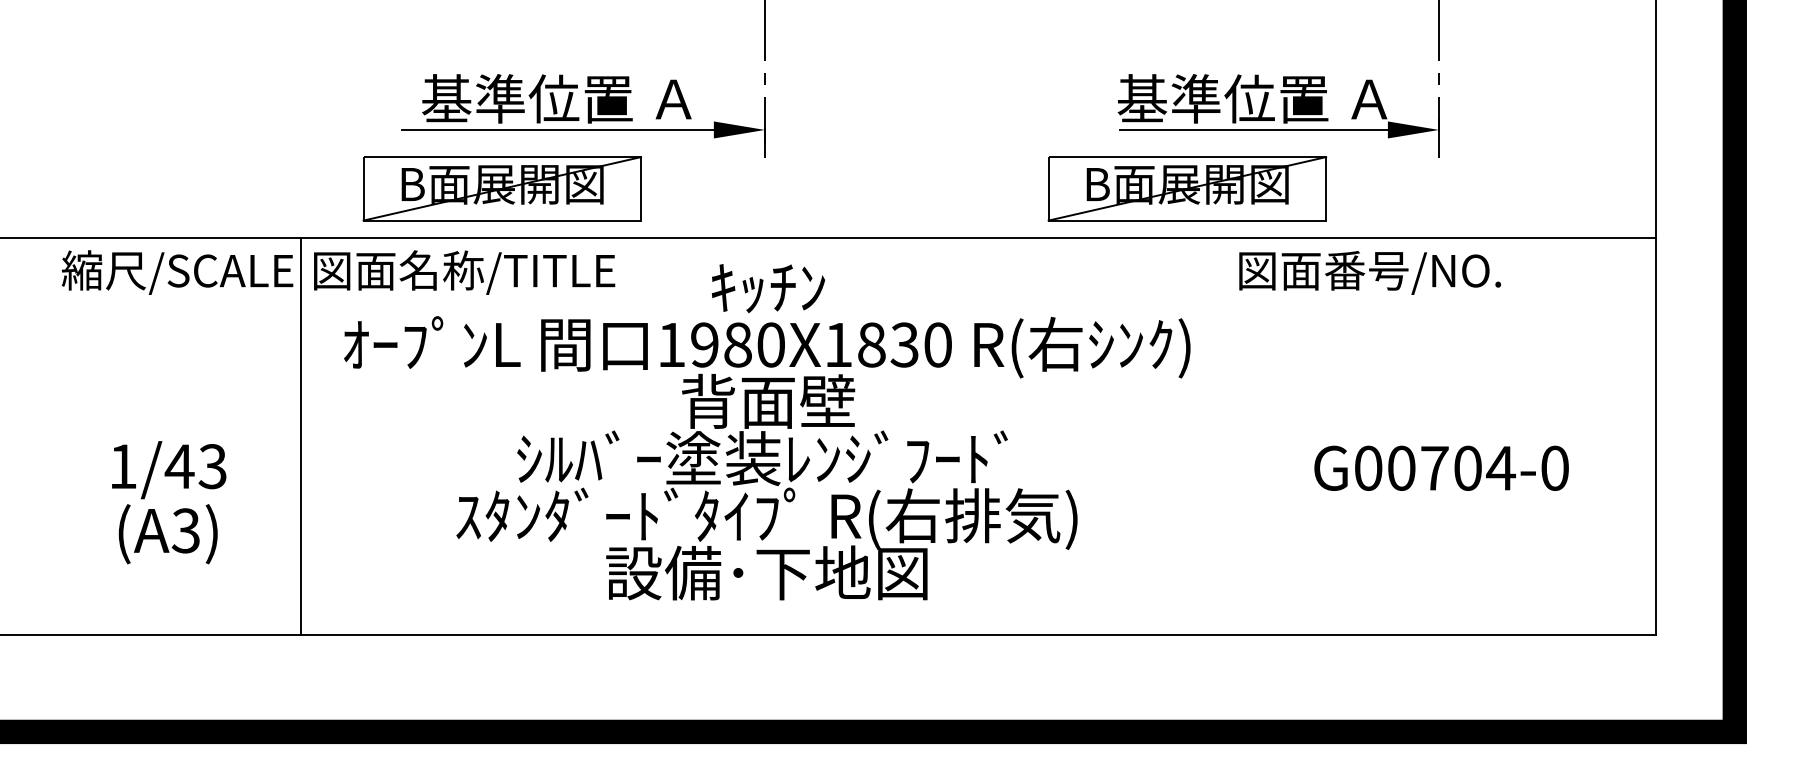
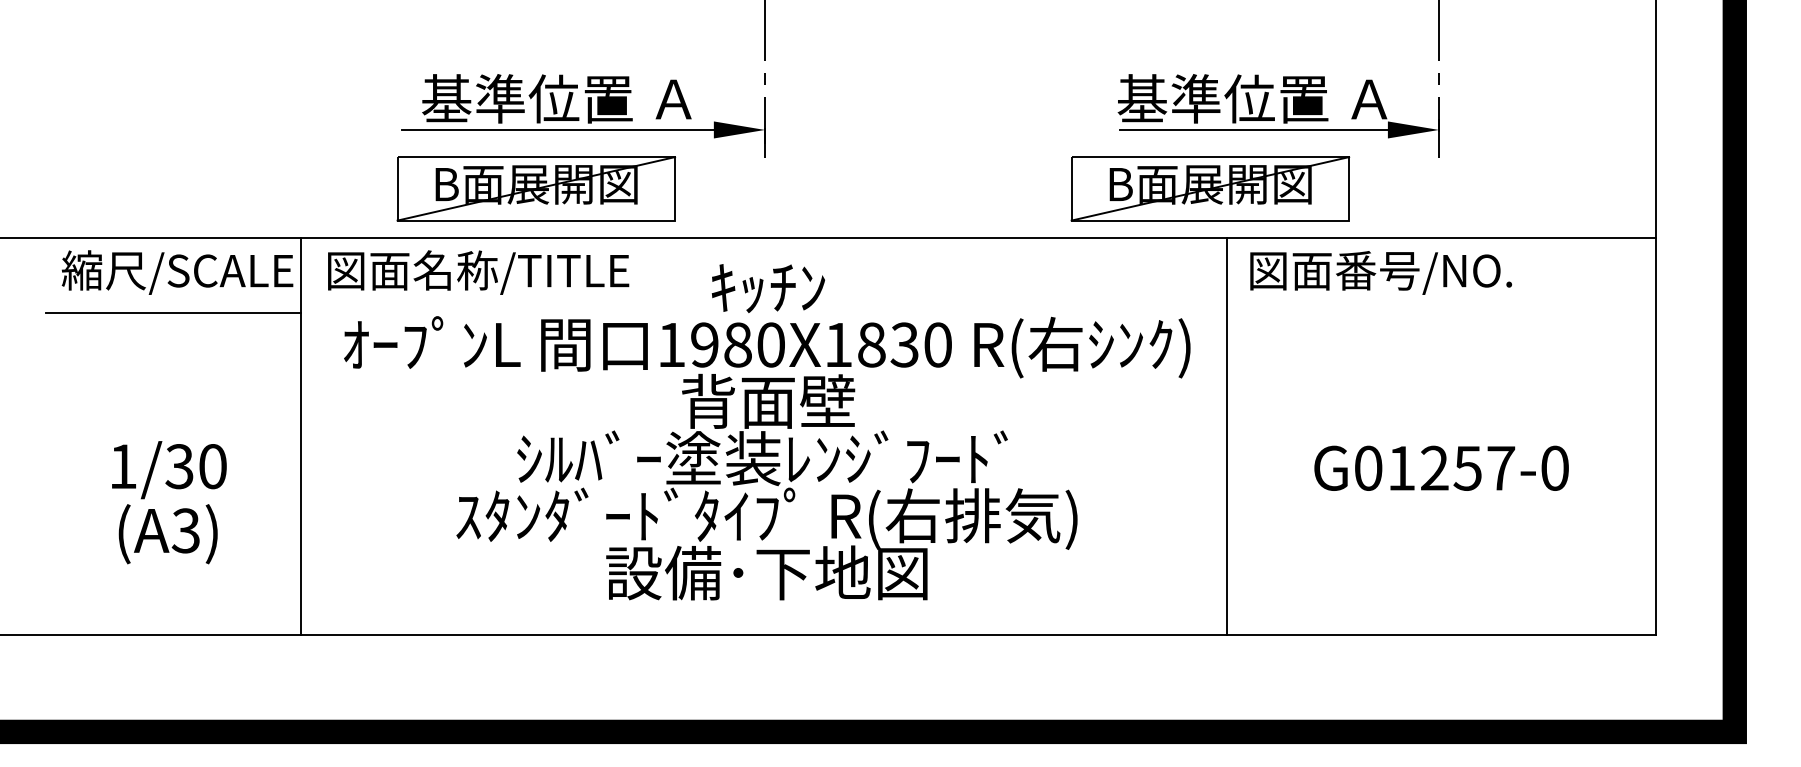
part at (502, 188) position: (502, 188) -> (536, 188)
part at (1187, 188) position: (1187, 188) -> (1210, 188)
text at (464, 272) position: (464, 272) -> (478, 272)
text at (1370, 272) position: (1370, 272) -> (1381, 272)
line at (173, 312): none -> present
line at (1227, 436): none -> present
text at (195, 466): 1/43 -> 1/30
text at (1451, 467): G00704-0 -> G01257-0
